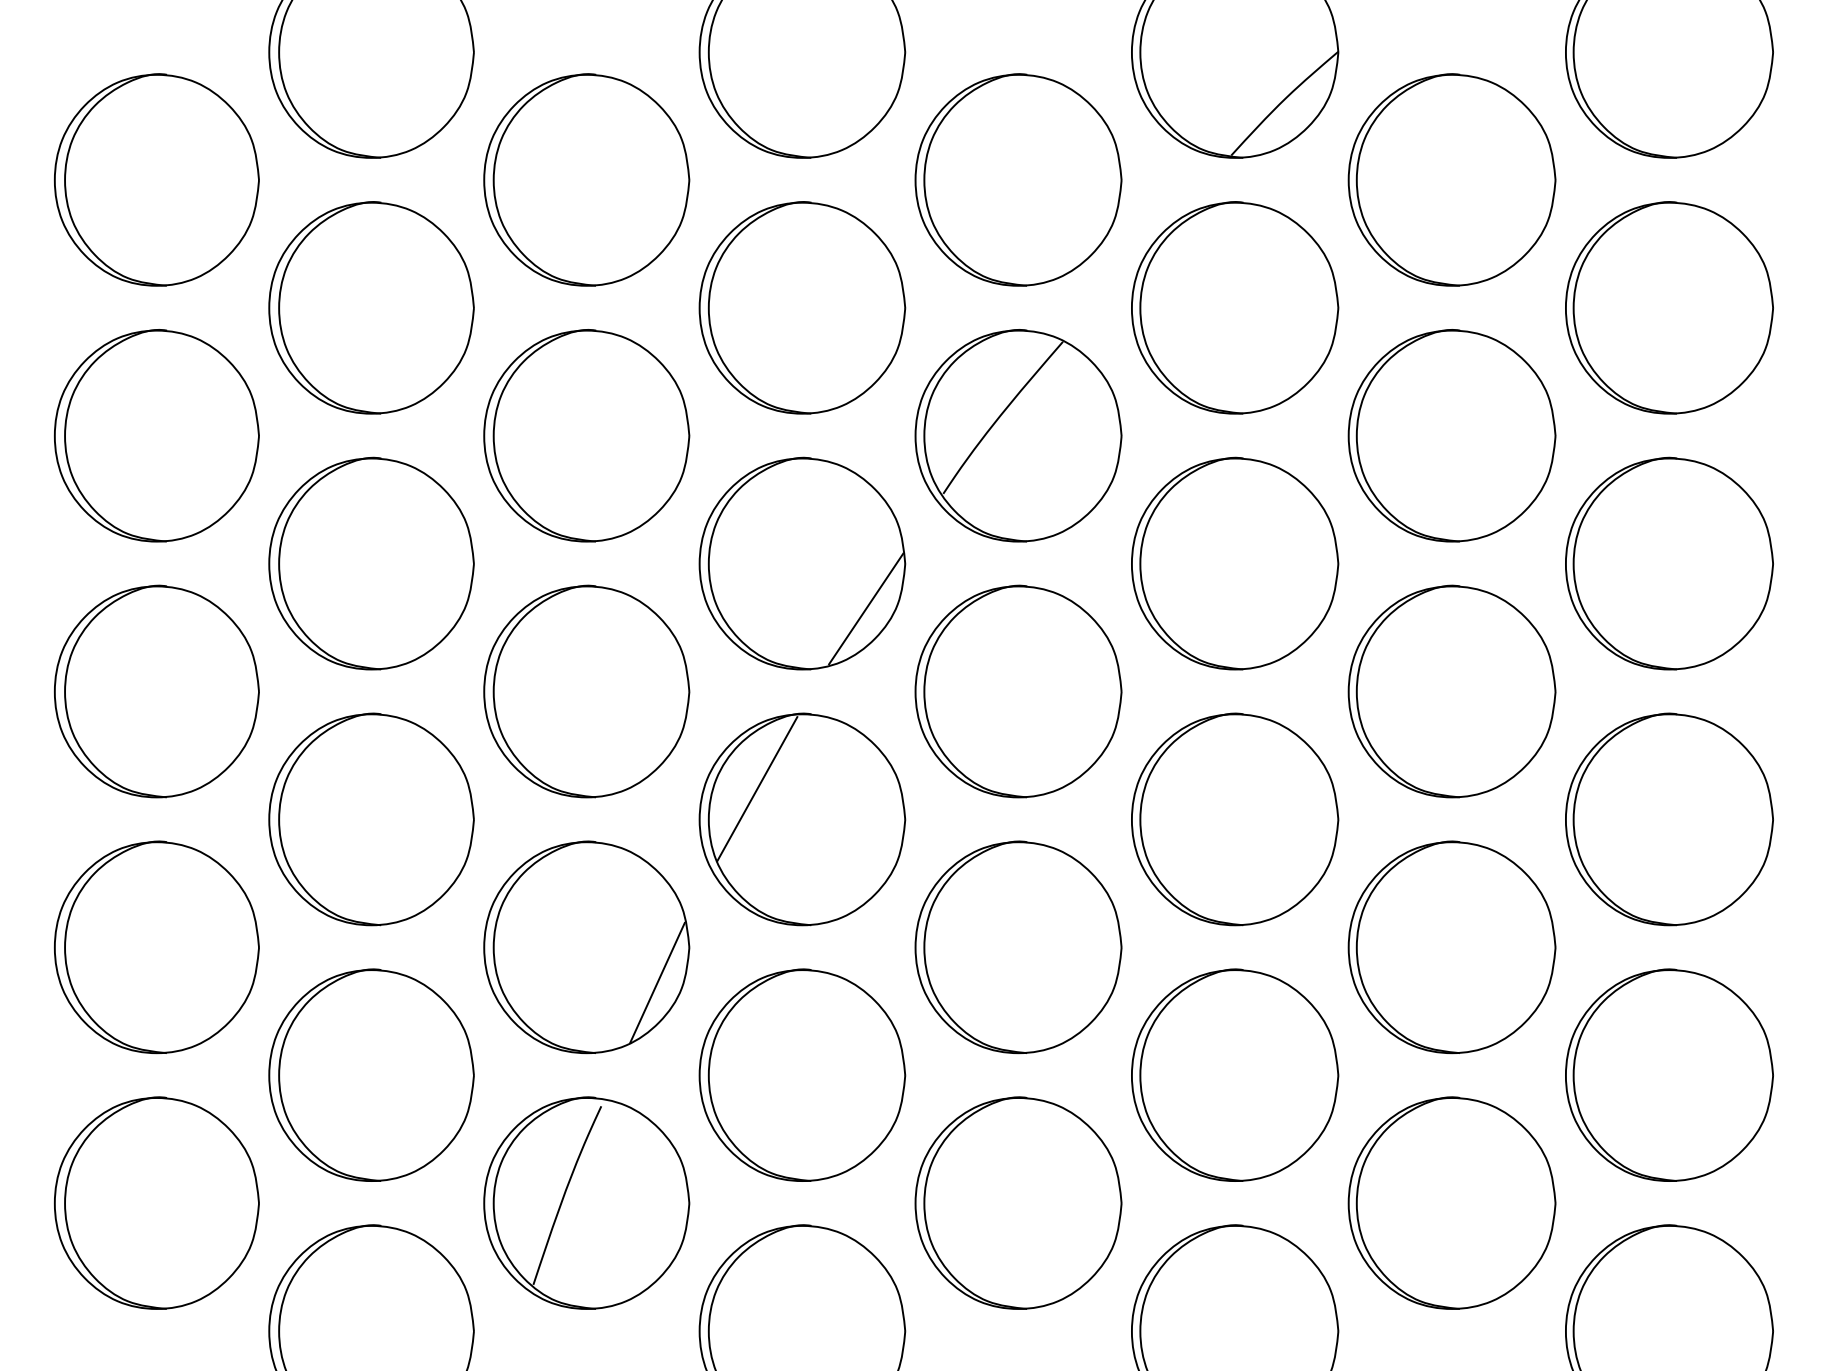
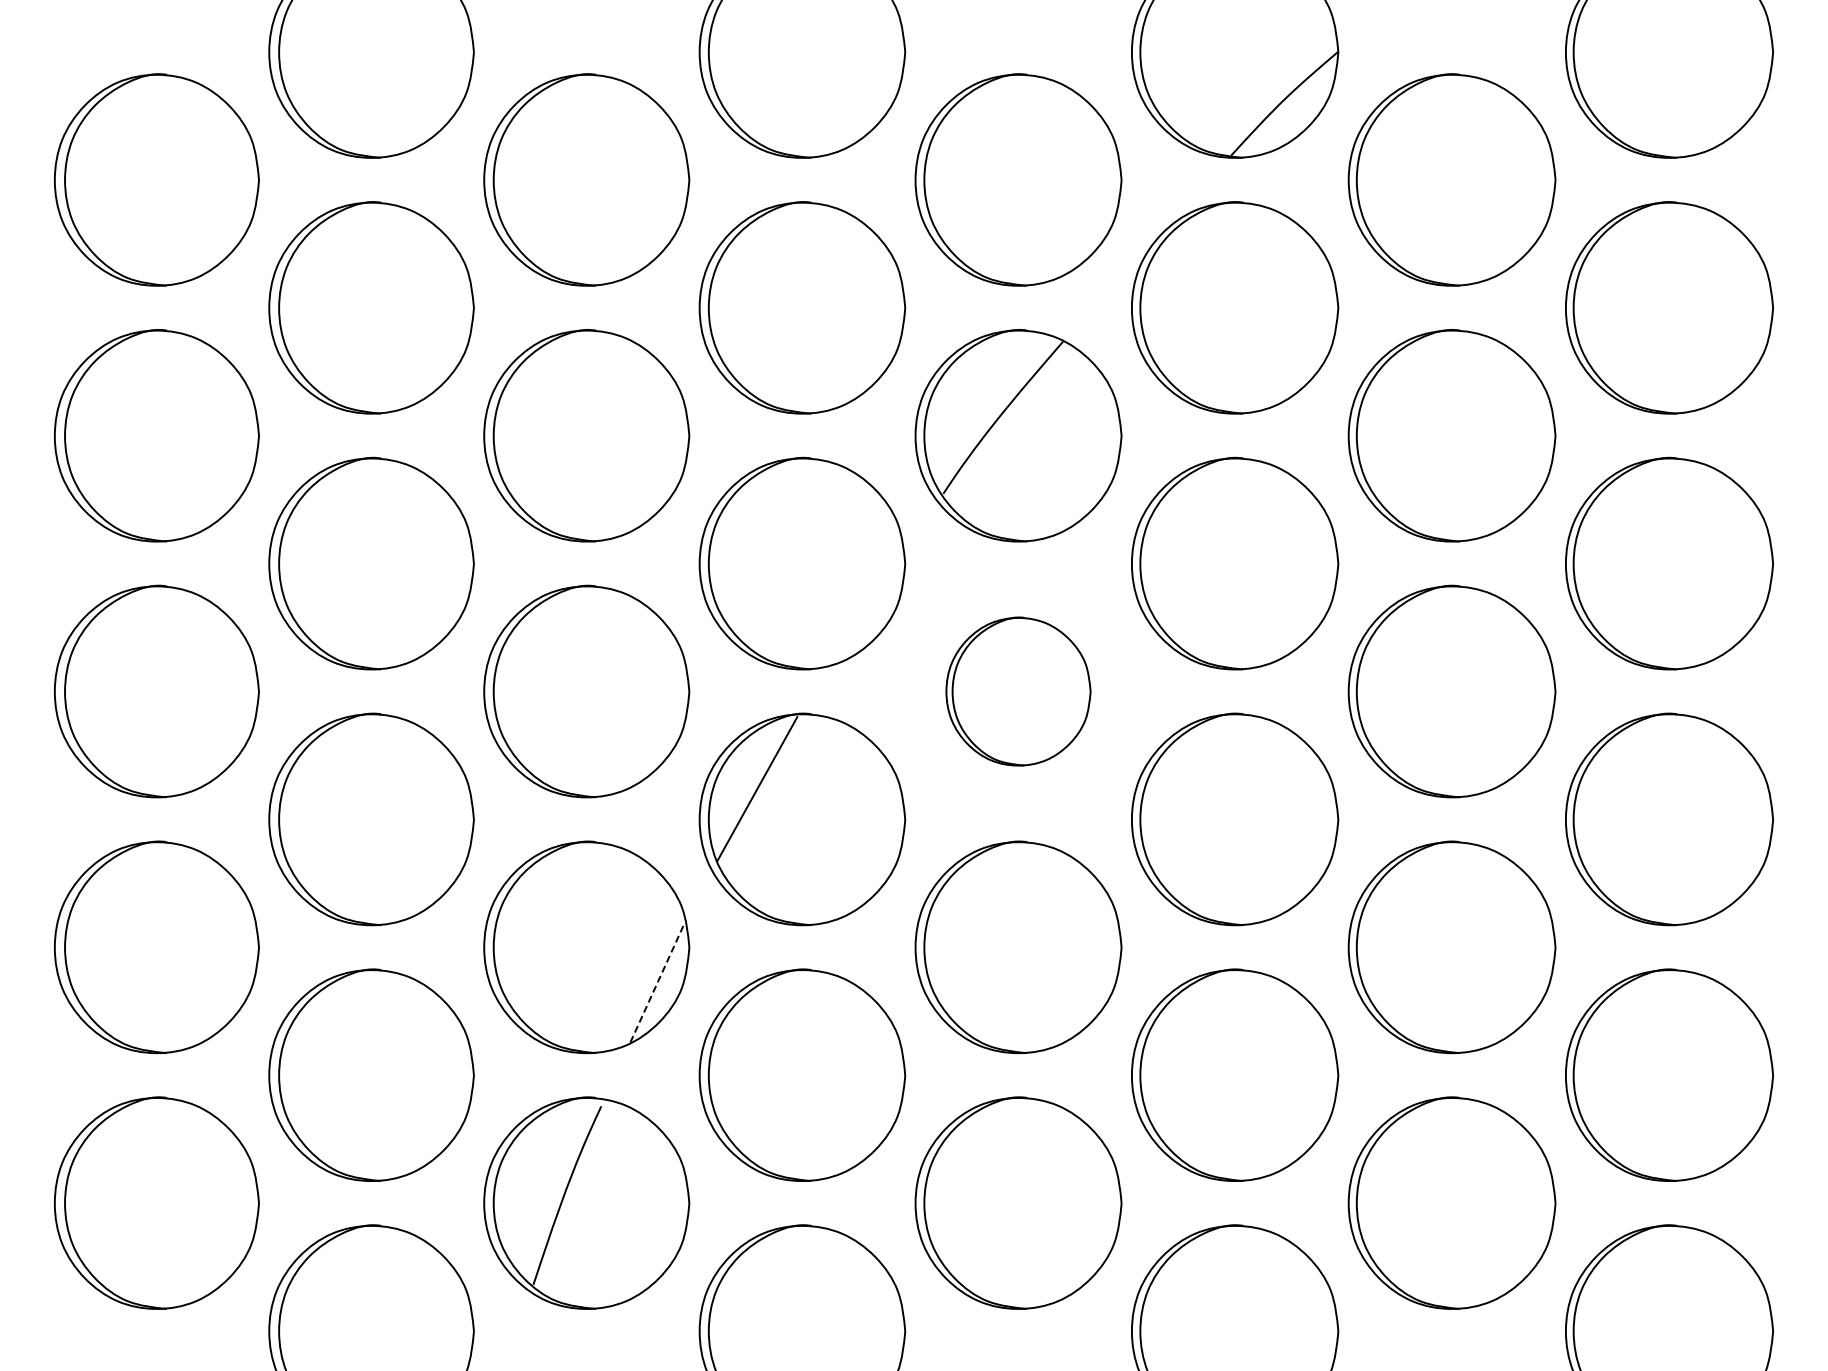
line at (866, 608): present -> none
part at (1018, 691) size: 209x215 px -> 147x151 px
line at (657, 982): solid -> dashed
